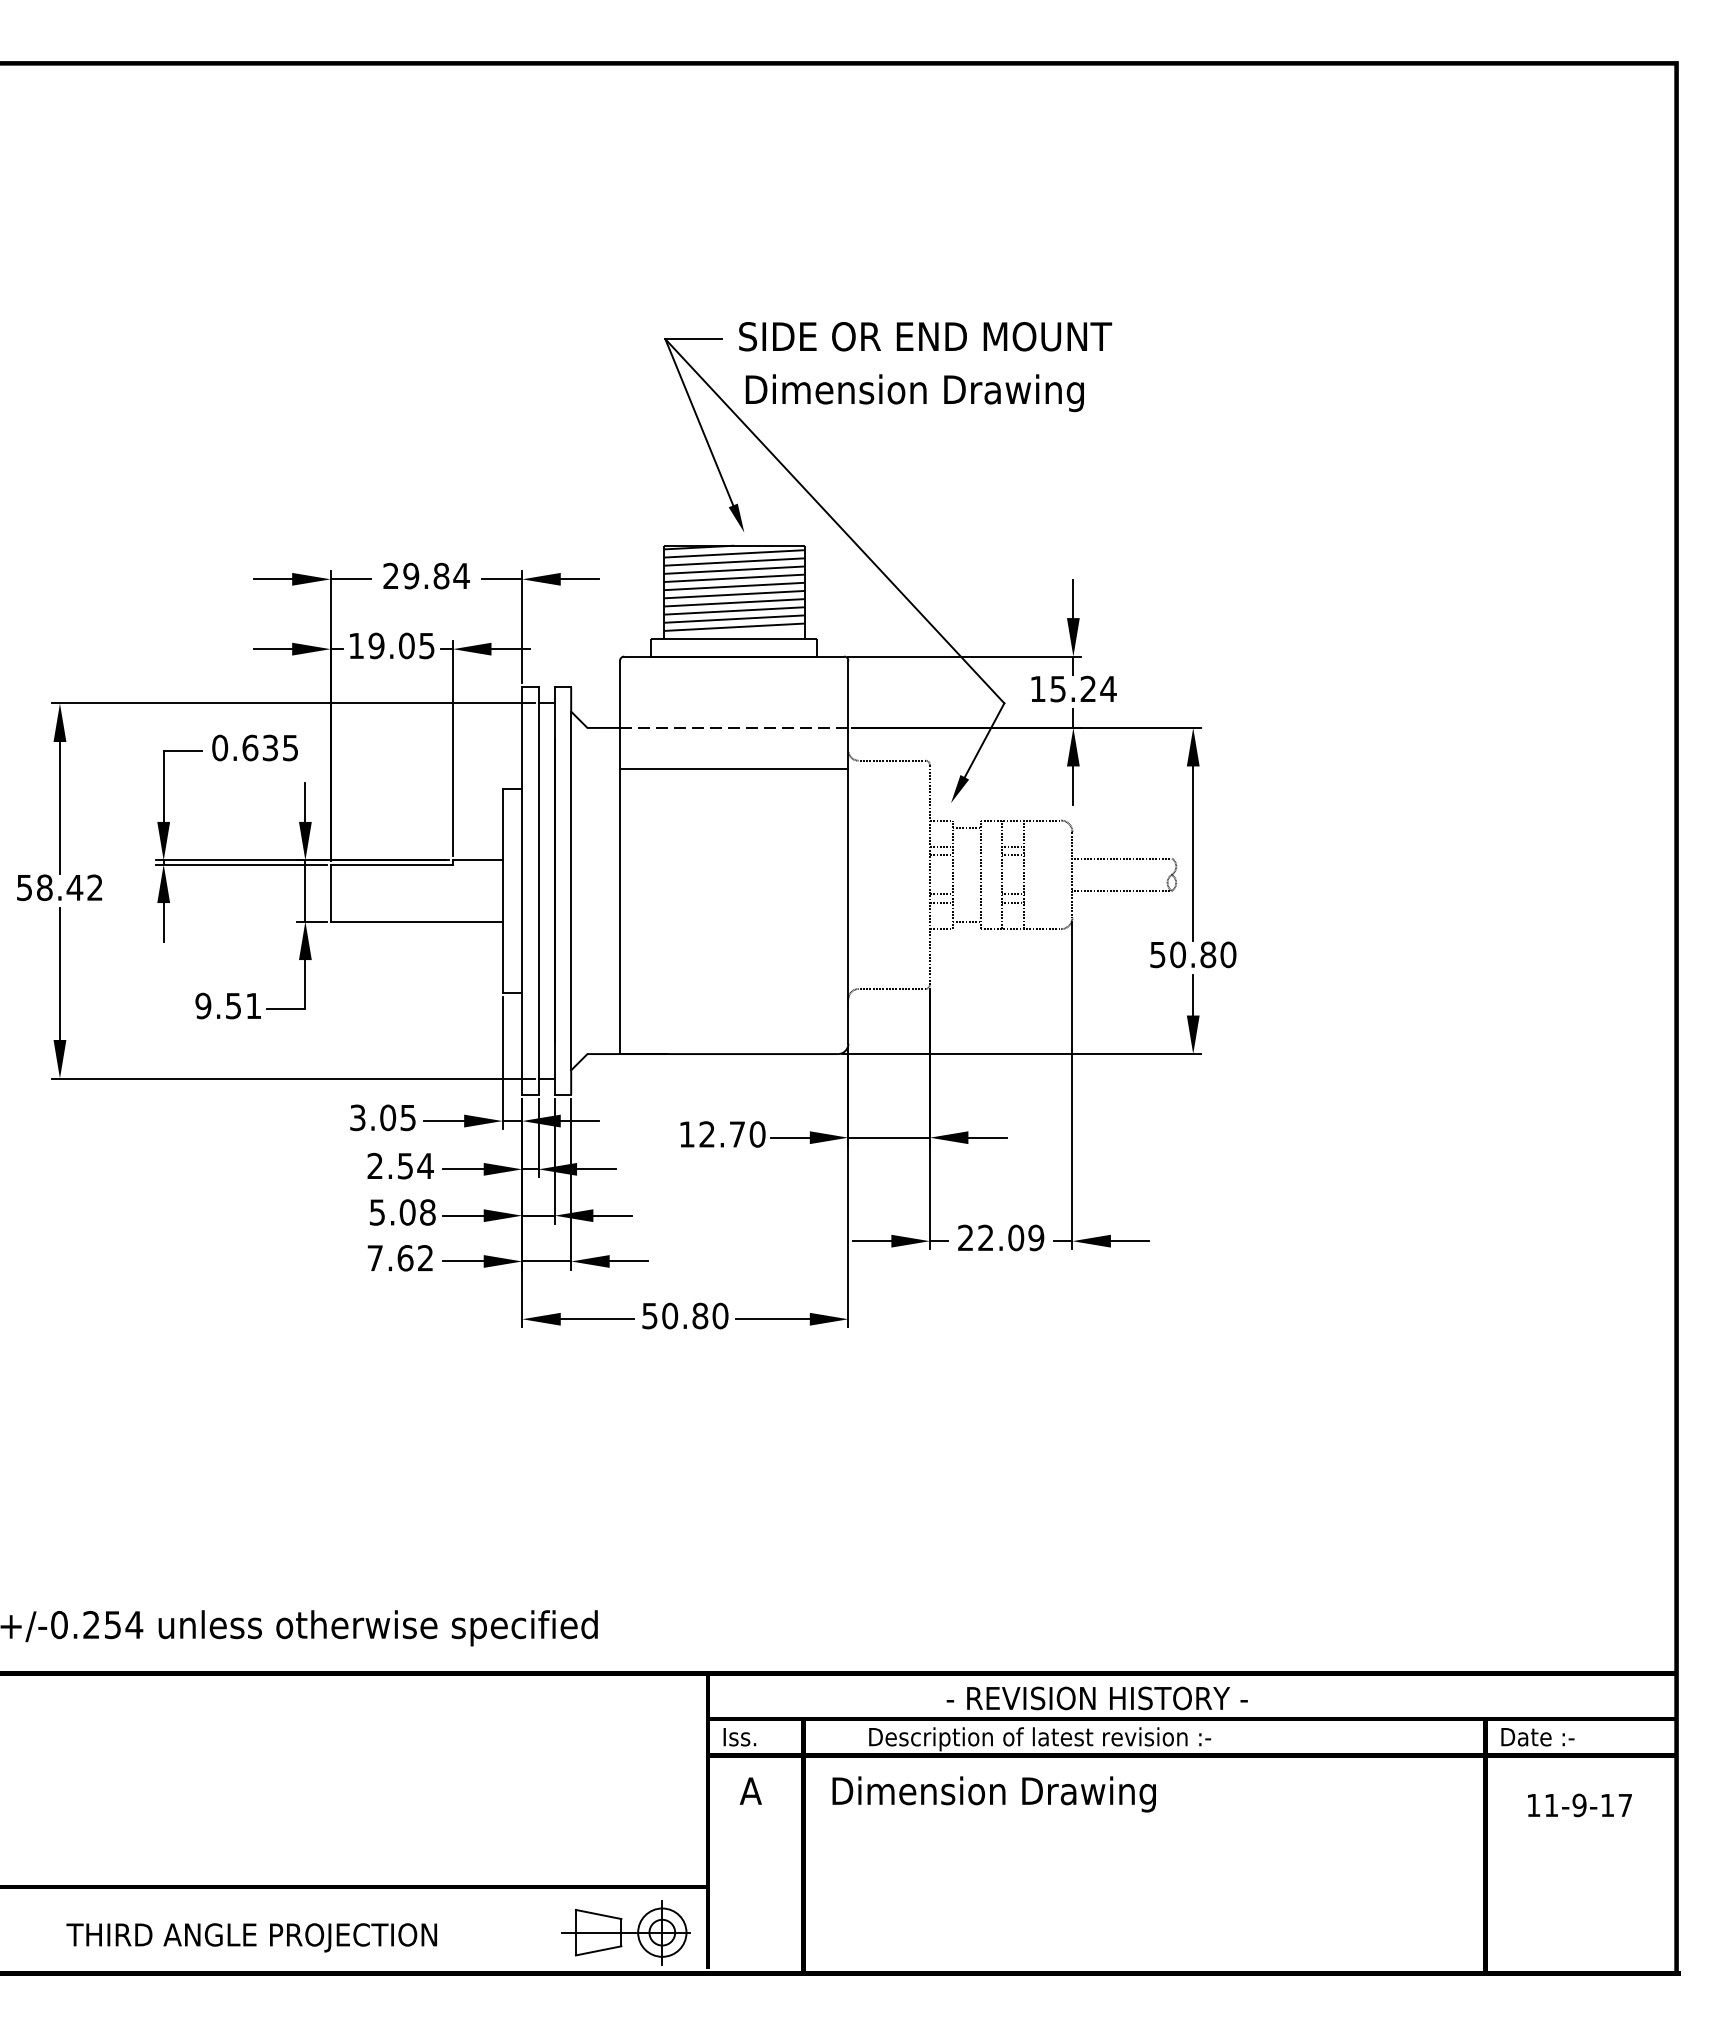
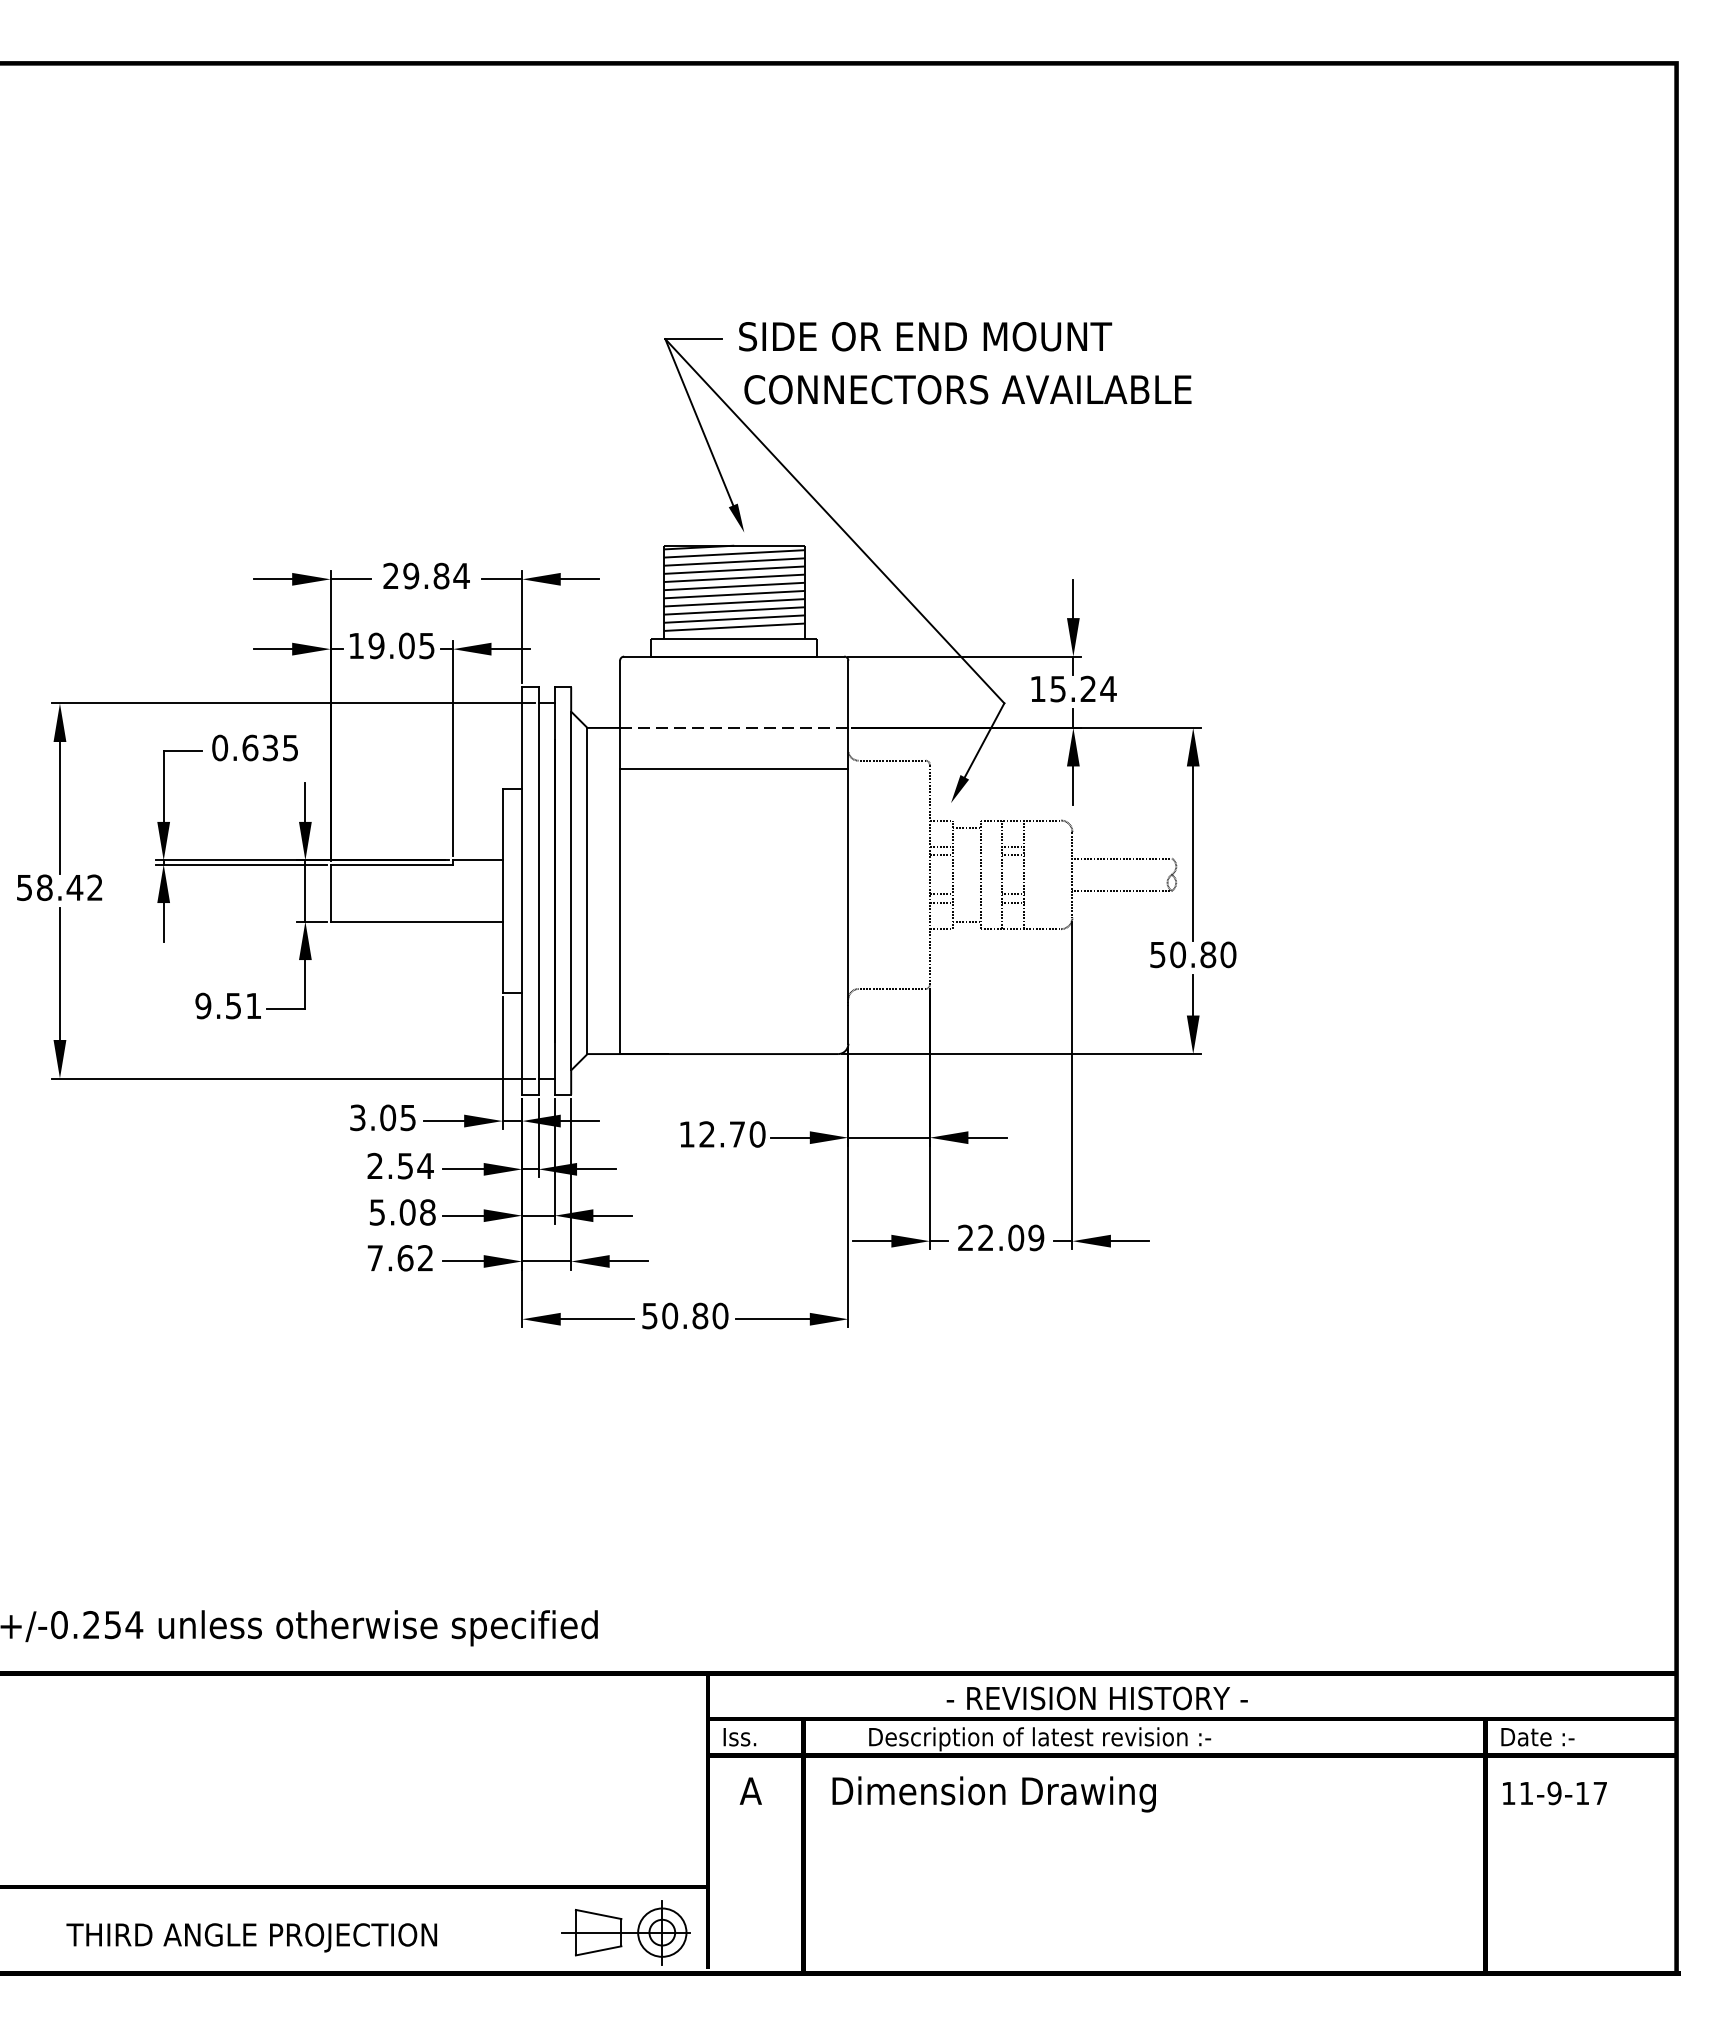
text at (967, 393): Dimension Drawing -> CONNECTORS AVAILABLE
line at (587, 890): none -> present
text at (1579, 1805) position: (1579, 1805) -> (1554, 1793)
